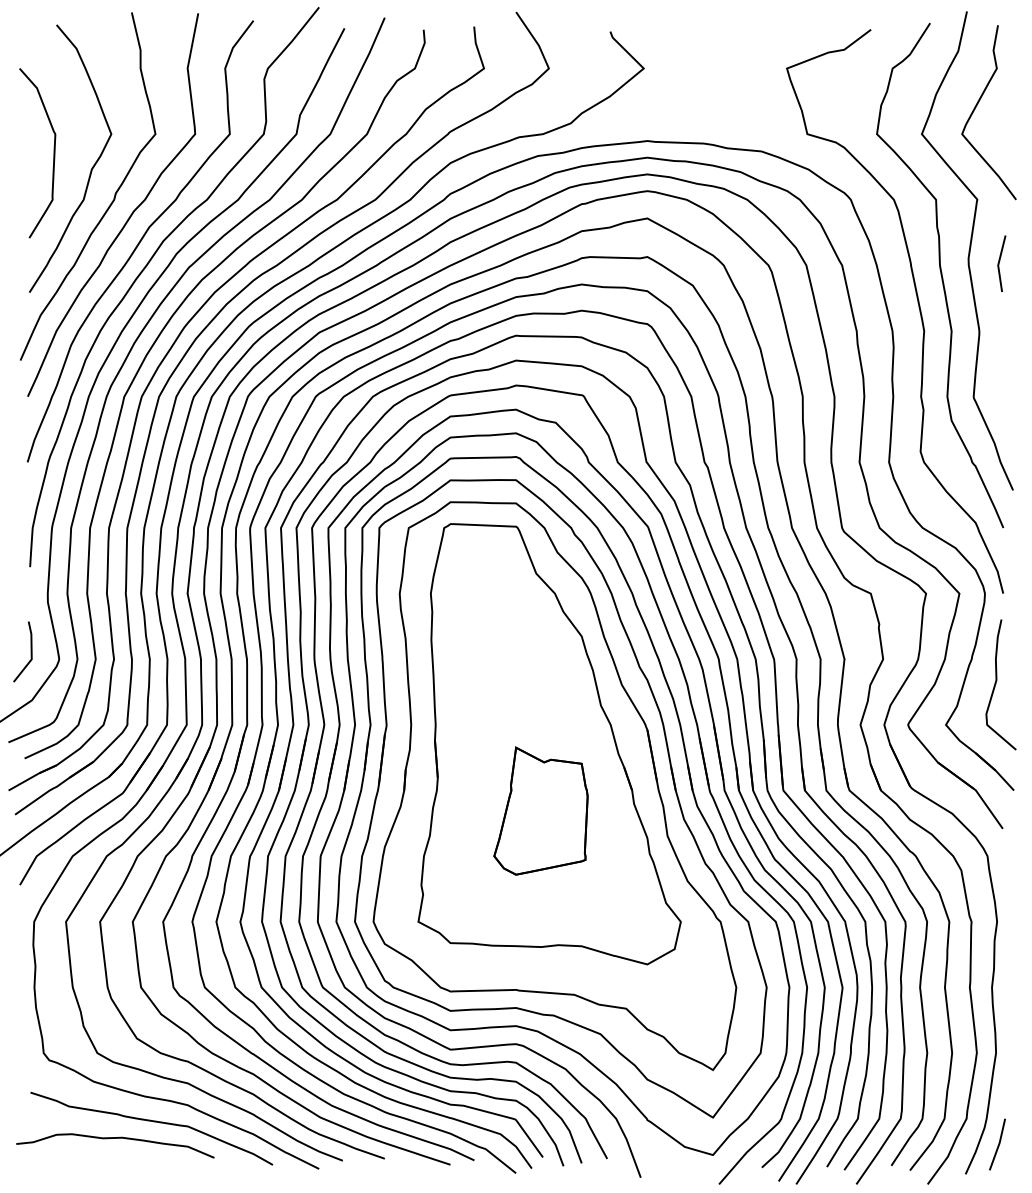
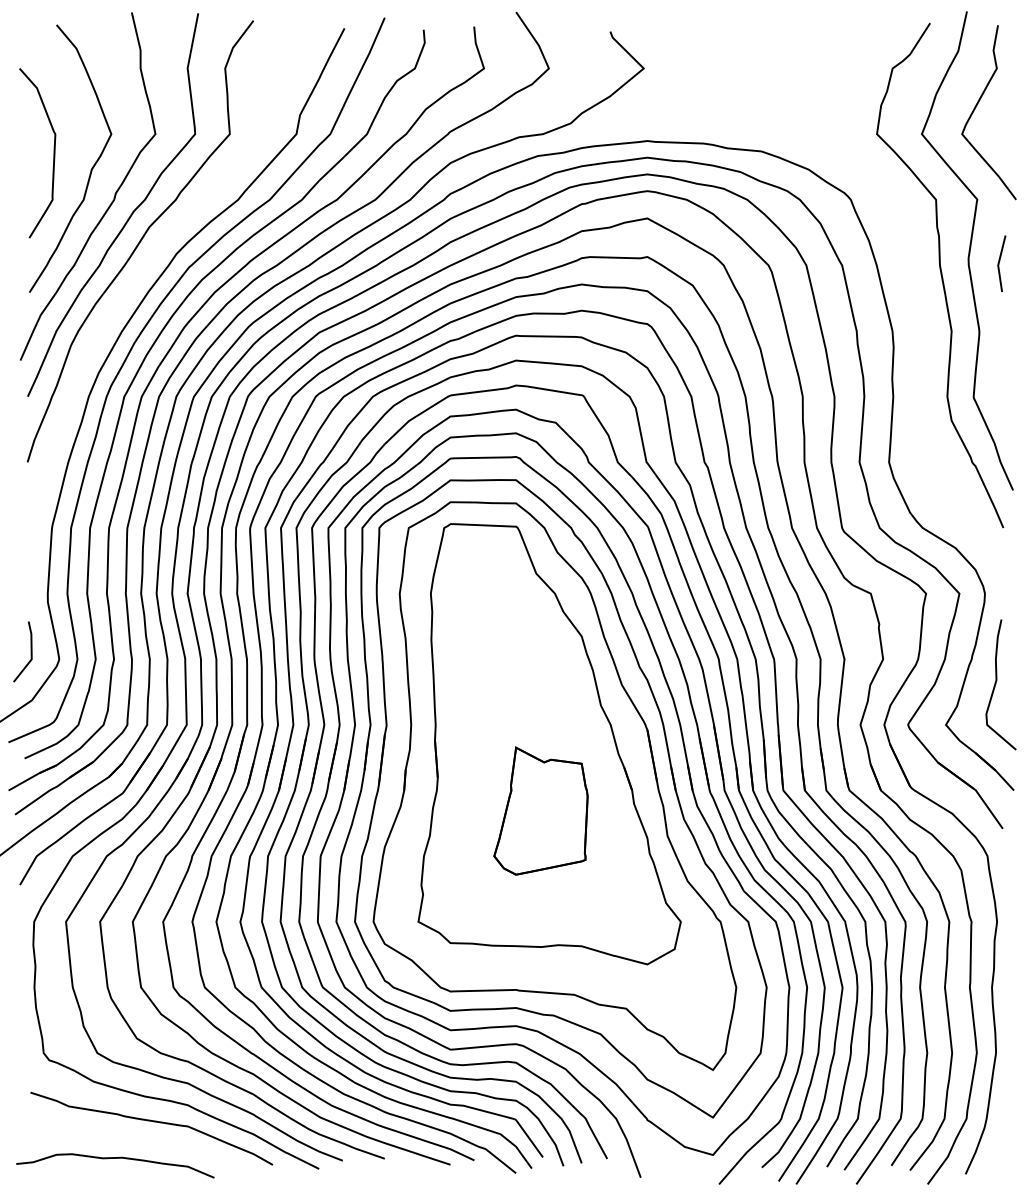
curve at (147, 266): present -> none
curve at (918, 307): present -> none
curve at (115, 1138) position: (115, 1138) -> (115, 1158)
line at (998, 1144): present -> none
